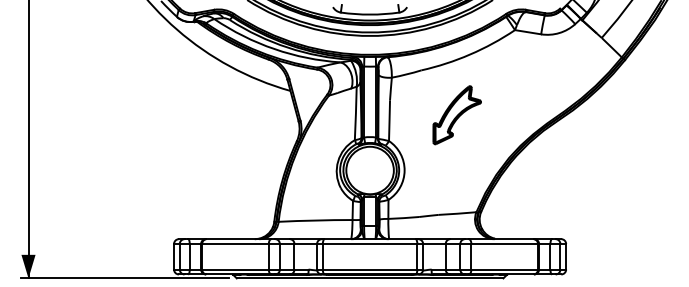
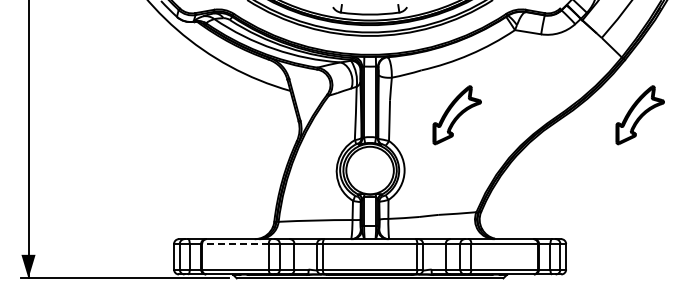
part at (639, 115): none -> present
line at (235, 244): solid -> dashed
